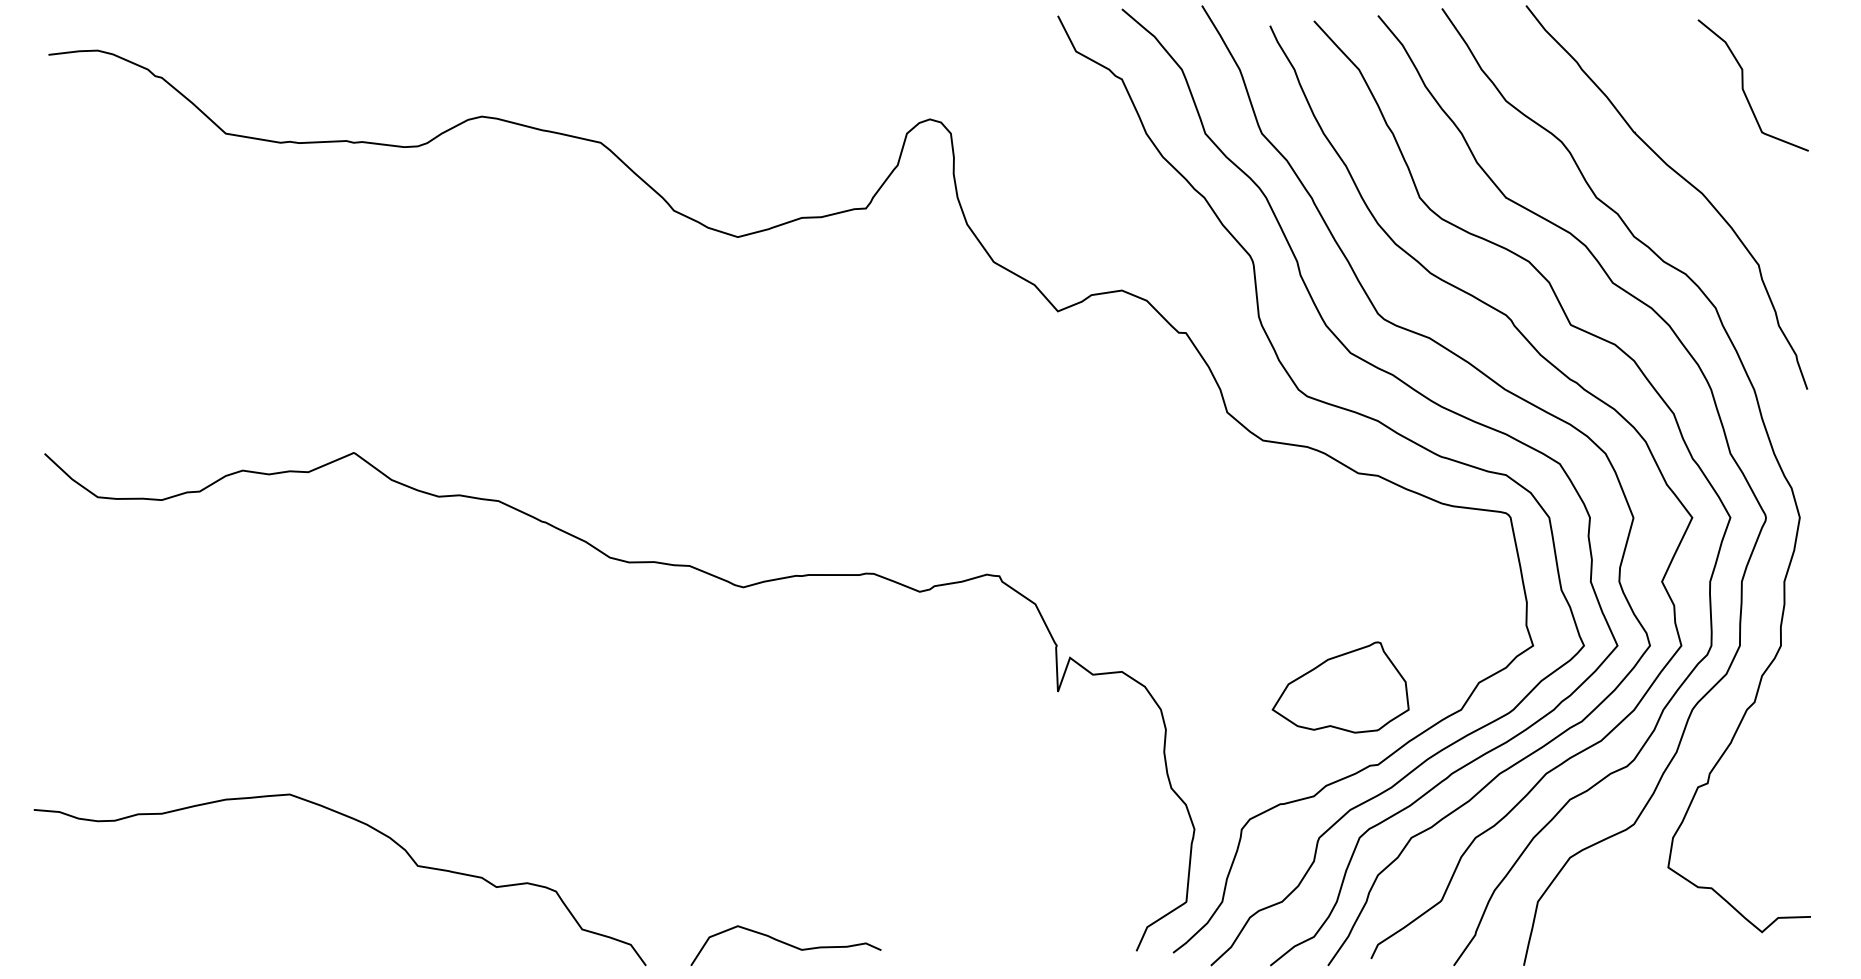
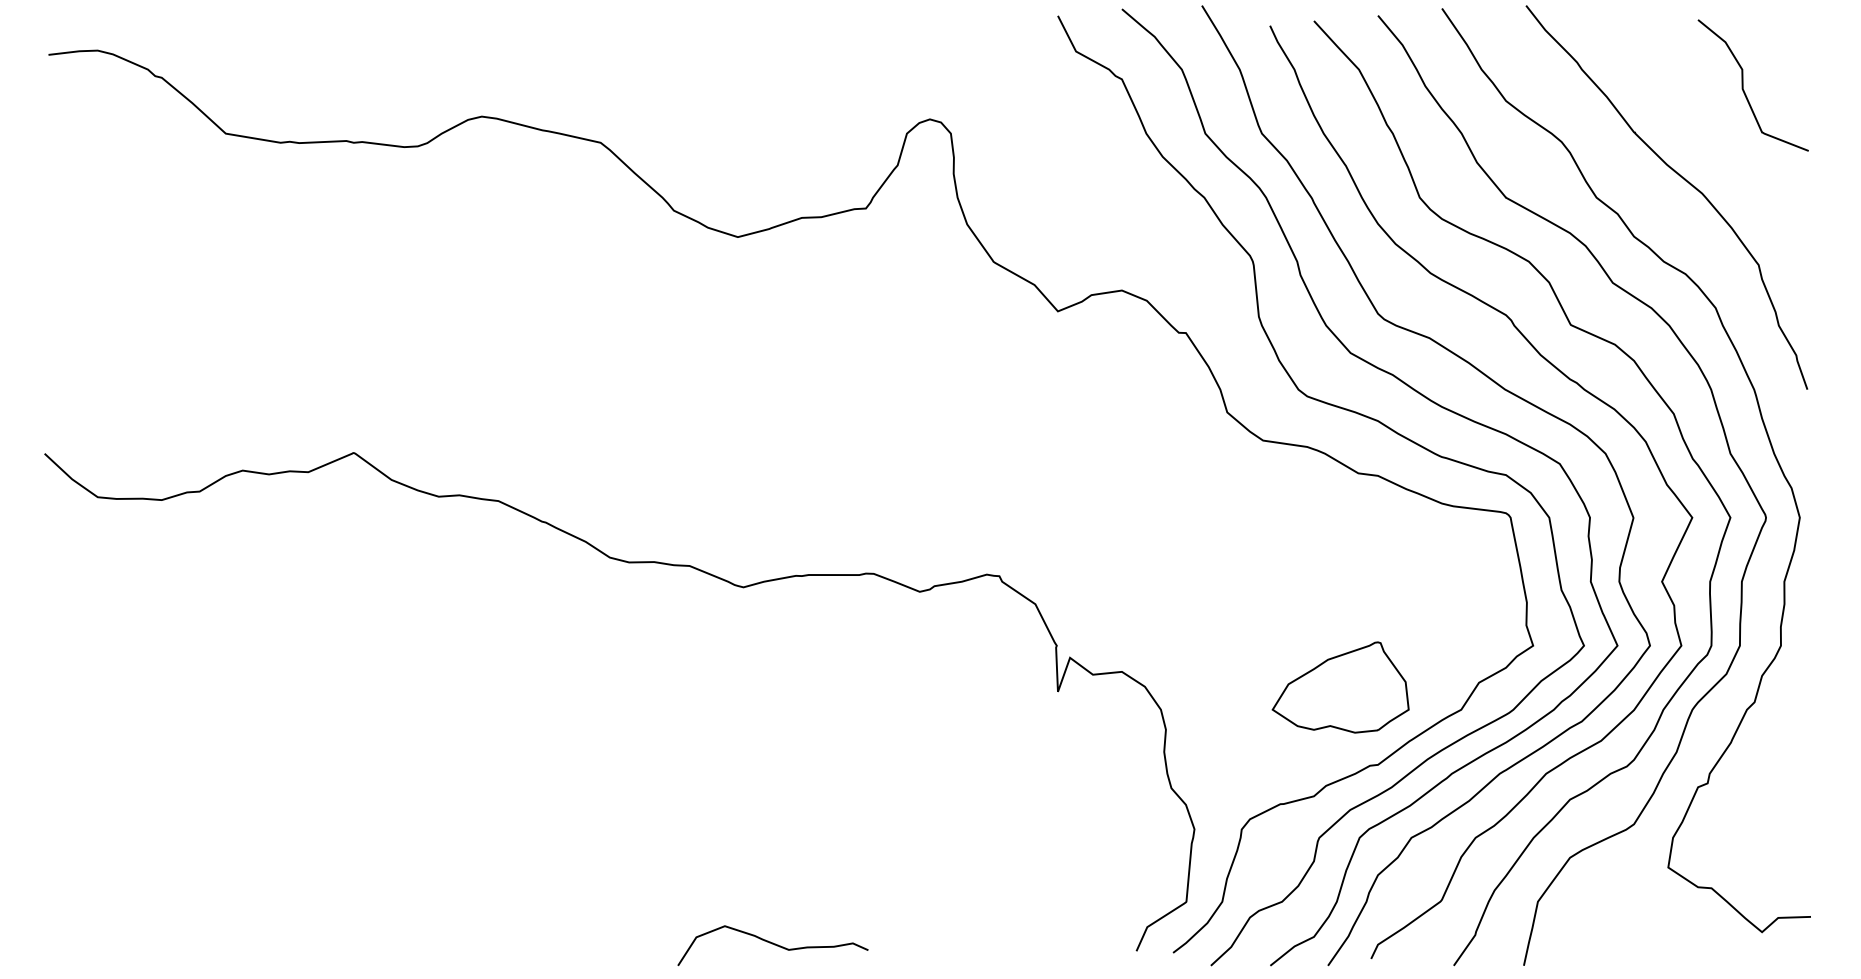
curve at (363, 824): present -> none
curve at (785, 944) position: (785, 944) -> (772, 944)
